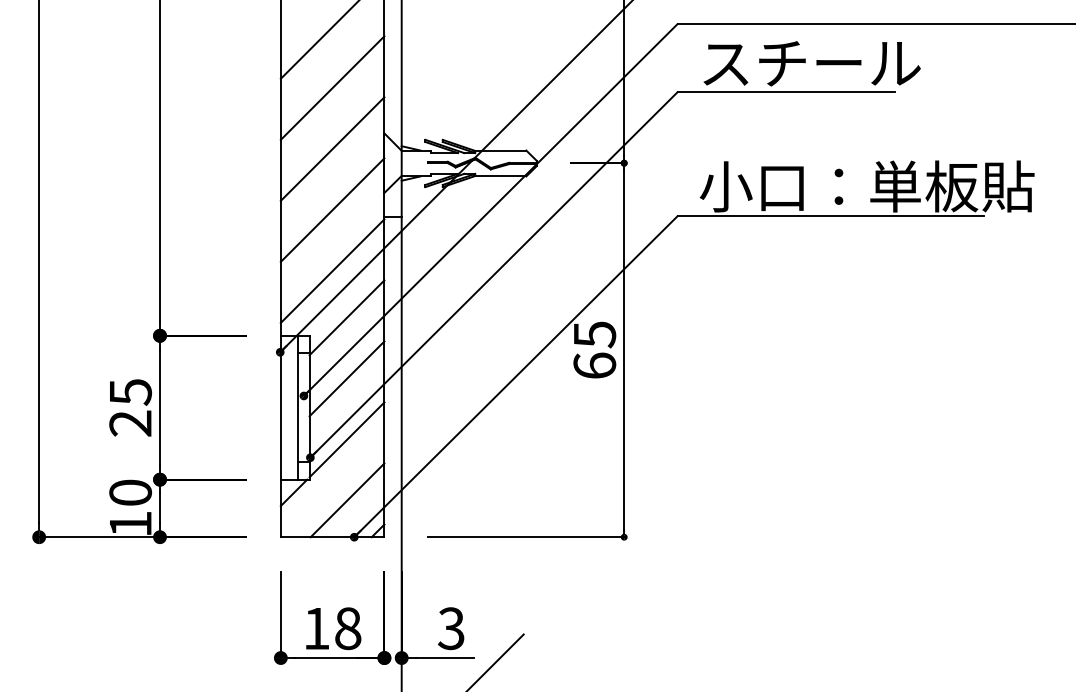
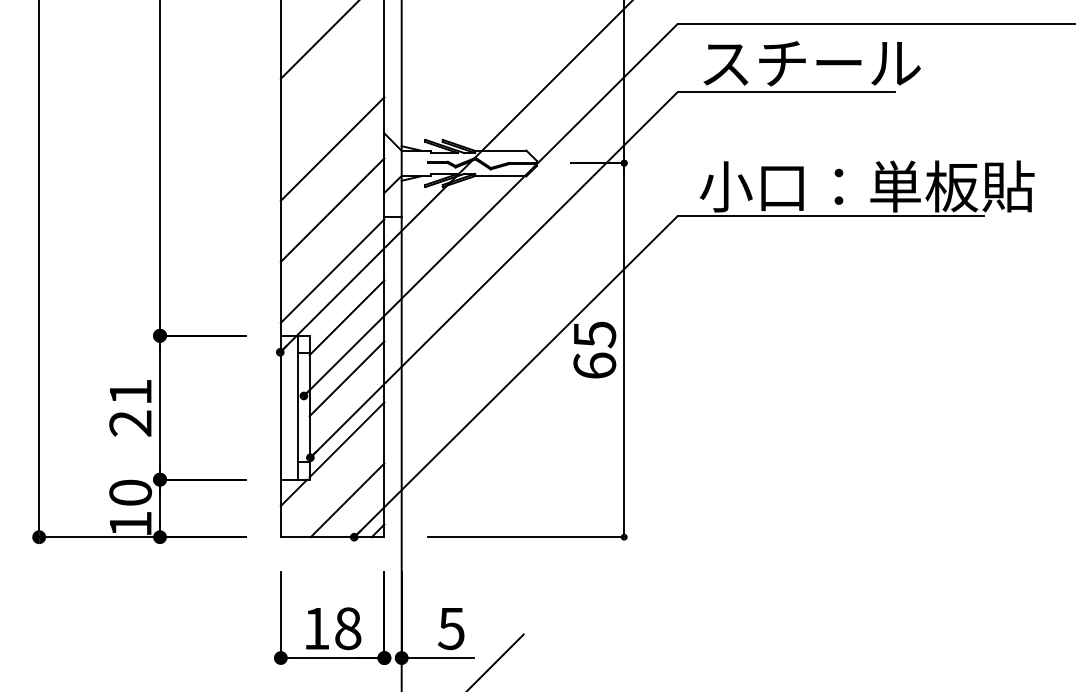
line at (332, 87): present -> none
text at (131, 392): 25 -> 21
text at (451, 628): 3 -> 5
